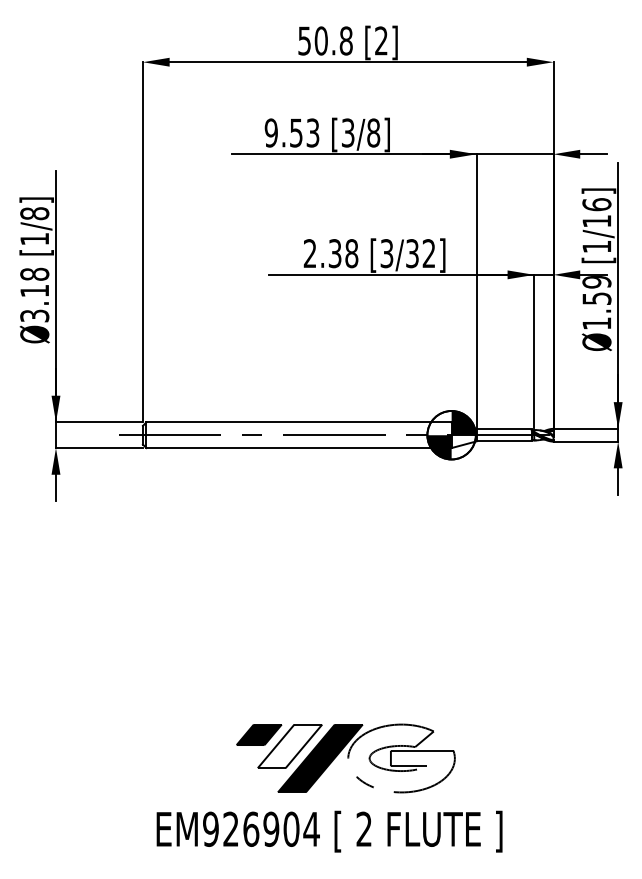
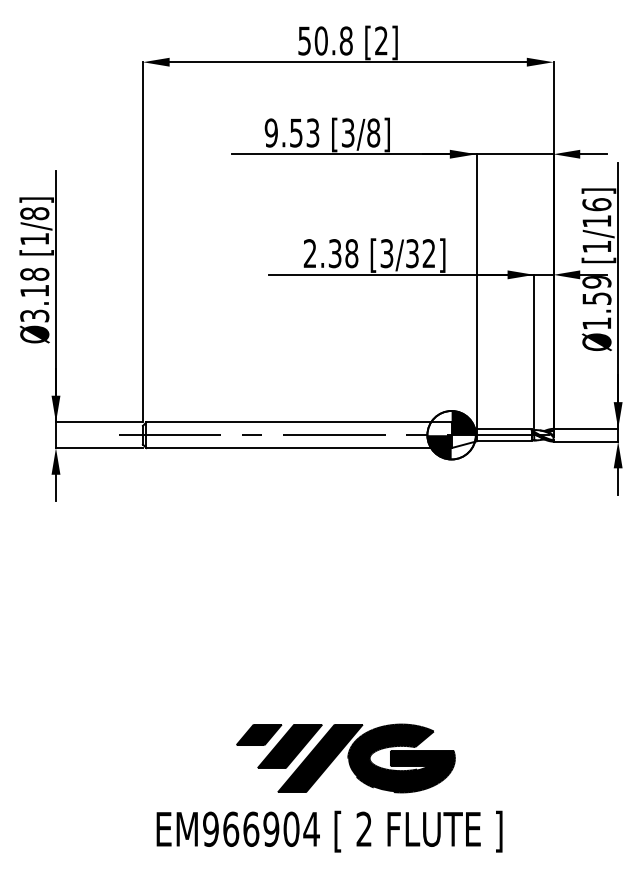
fill at (289, 746): none -> present
fill at (401, 758): none -> present
text at (231, 828): EM926904 -> EM966904
